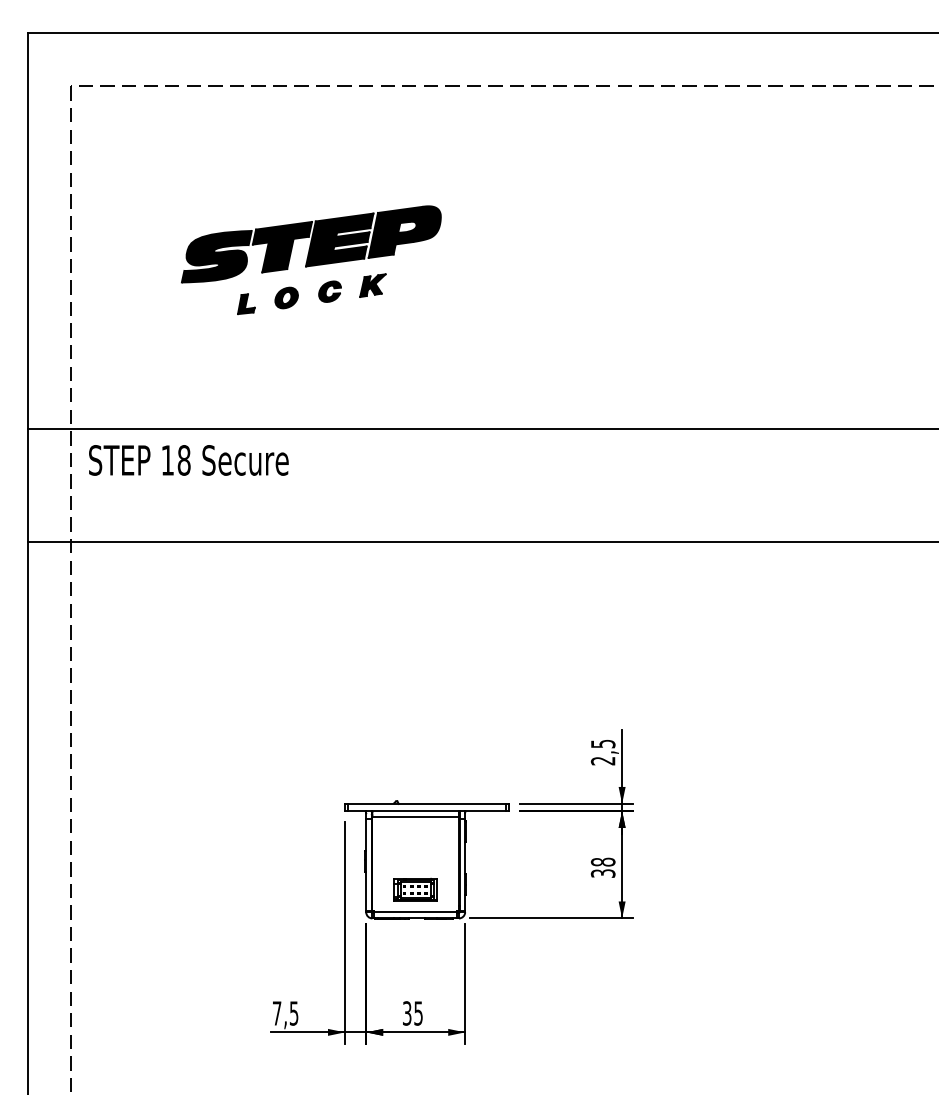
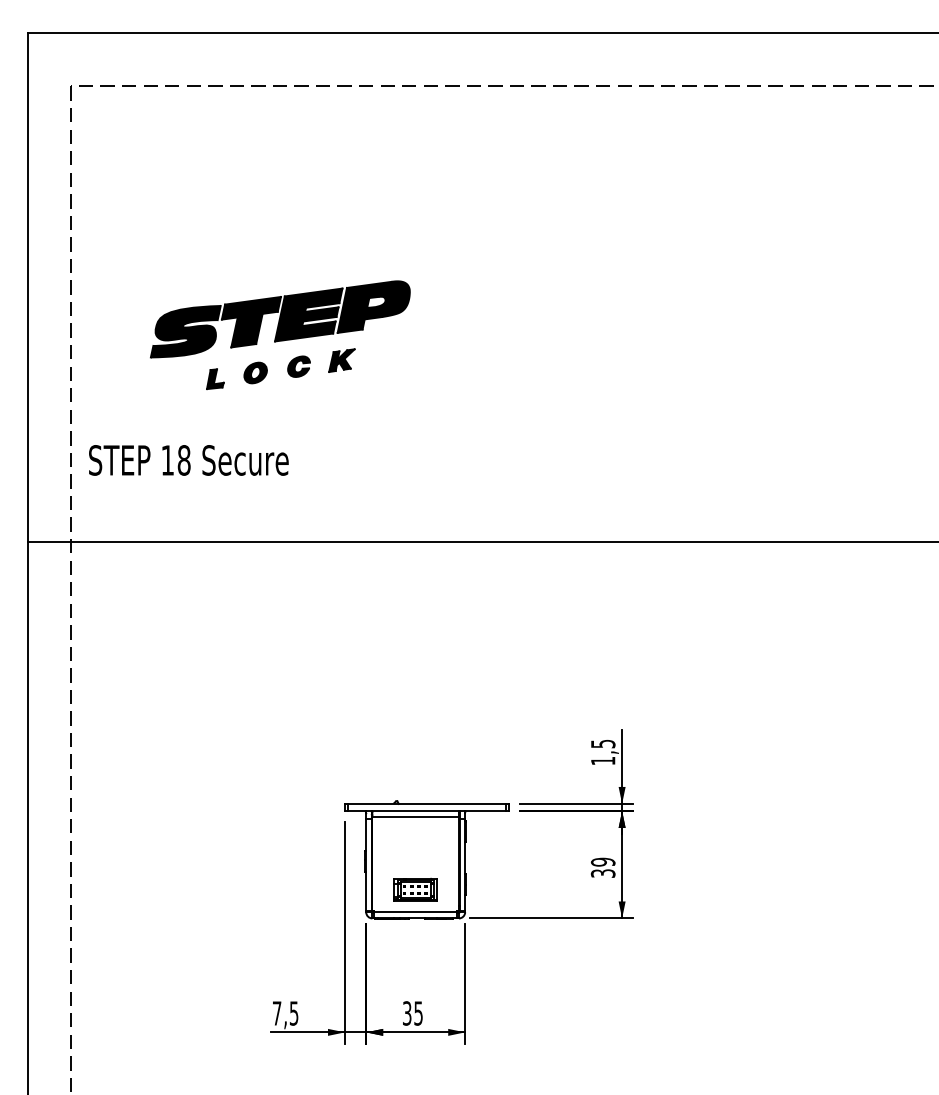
part at (311, 260) position: (311, 260) -> (280, 335)
line at (481, 428): present -> none
text at (602, 761): 2,5 -> 1,5
text at (603, 861): 38 -> 39
